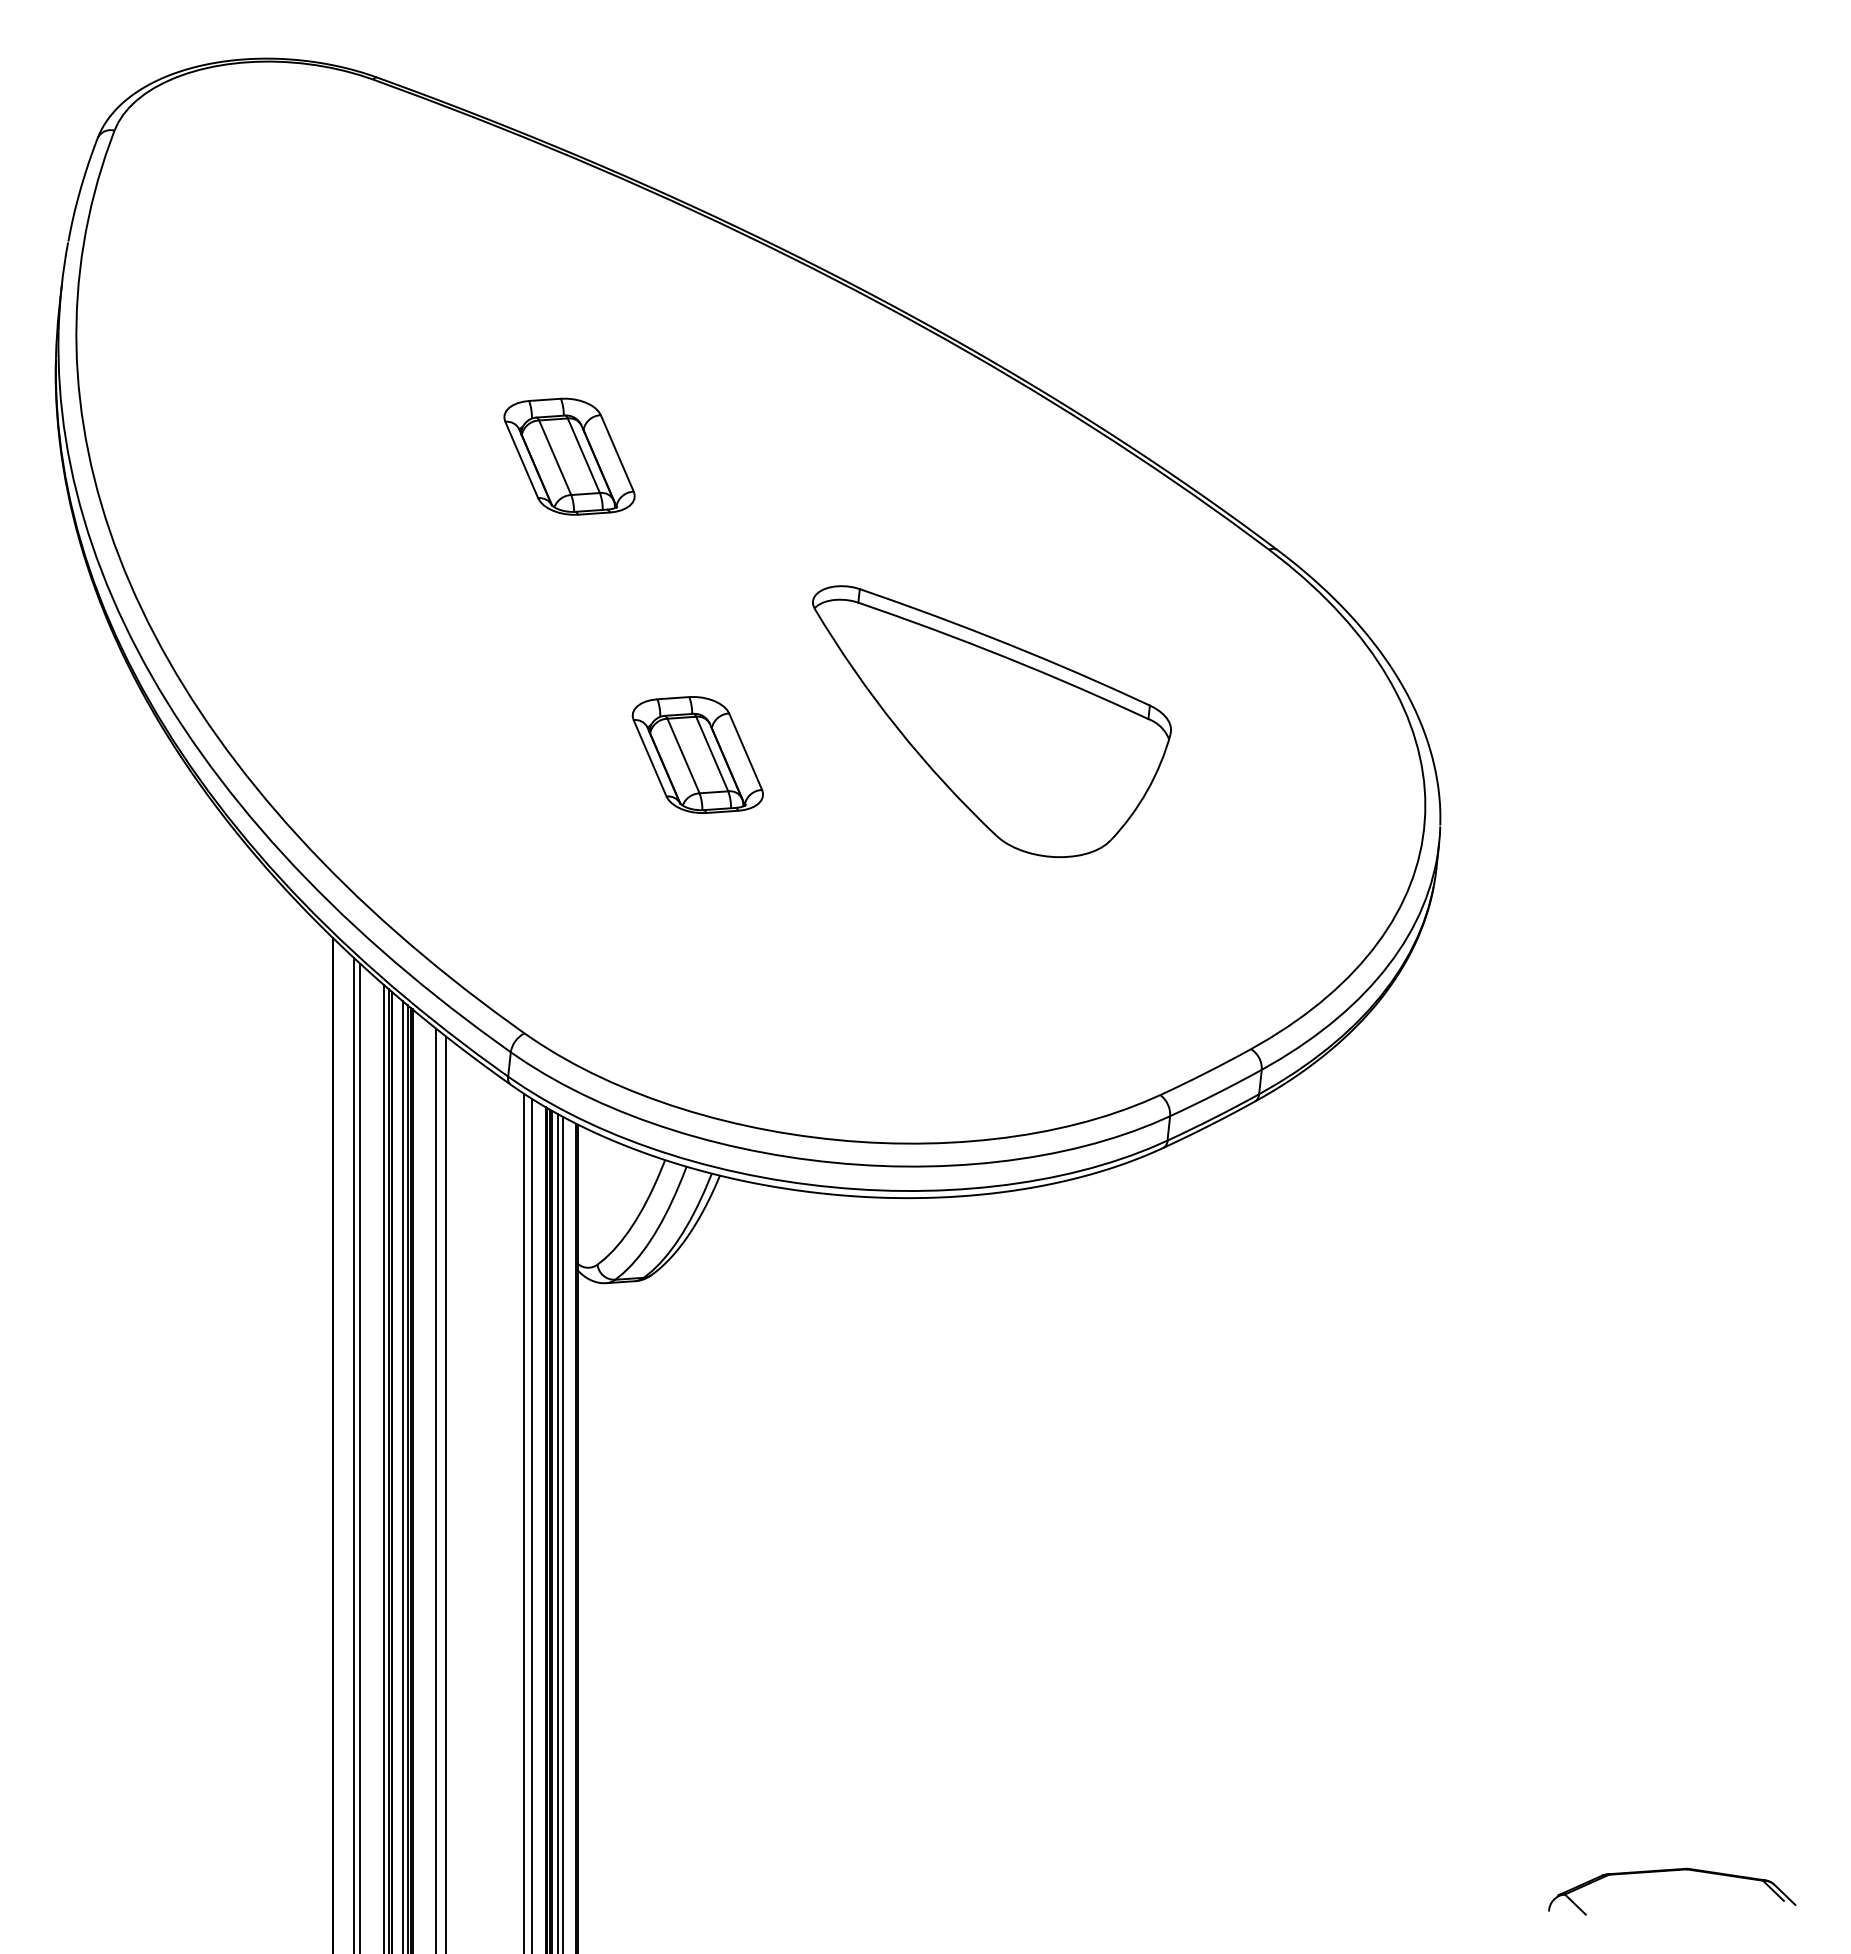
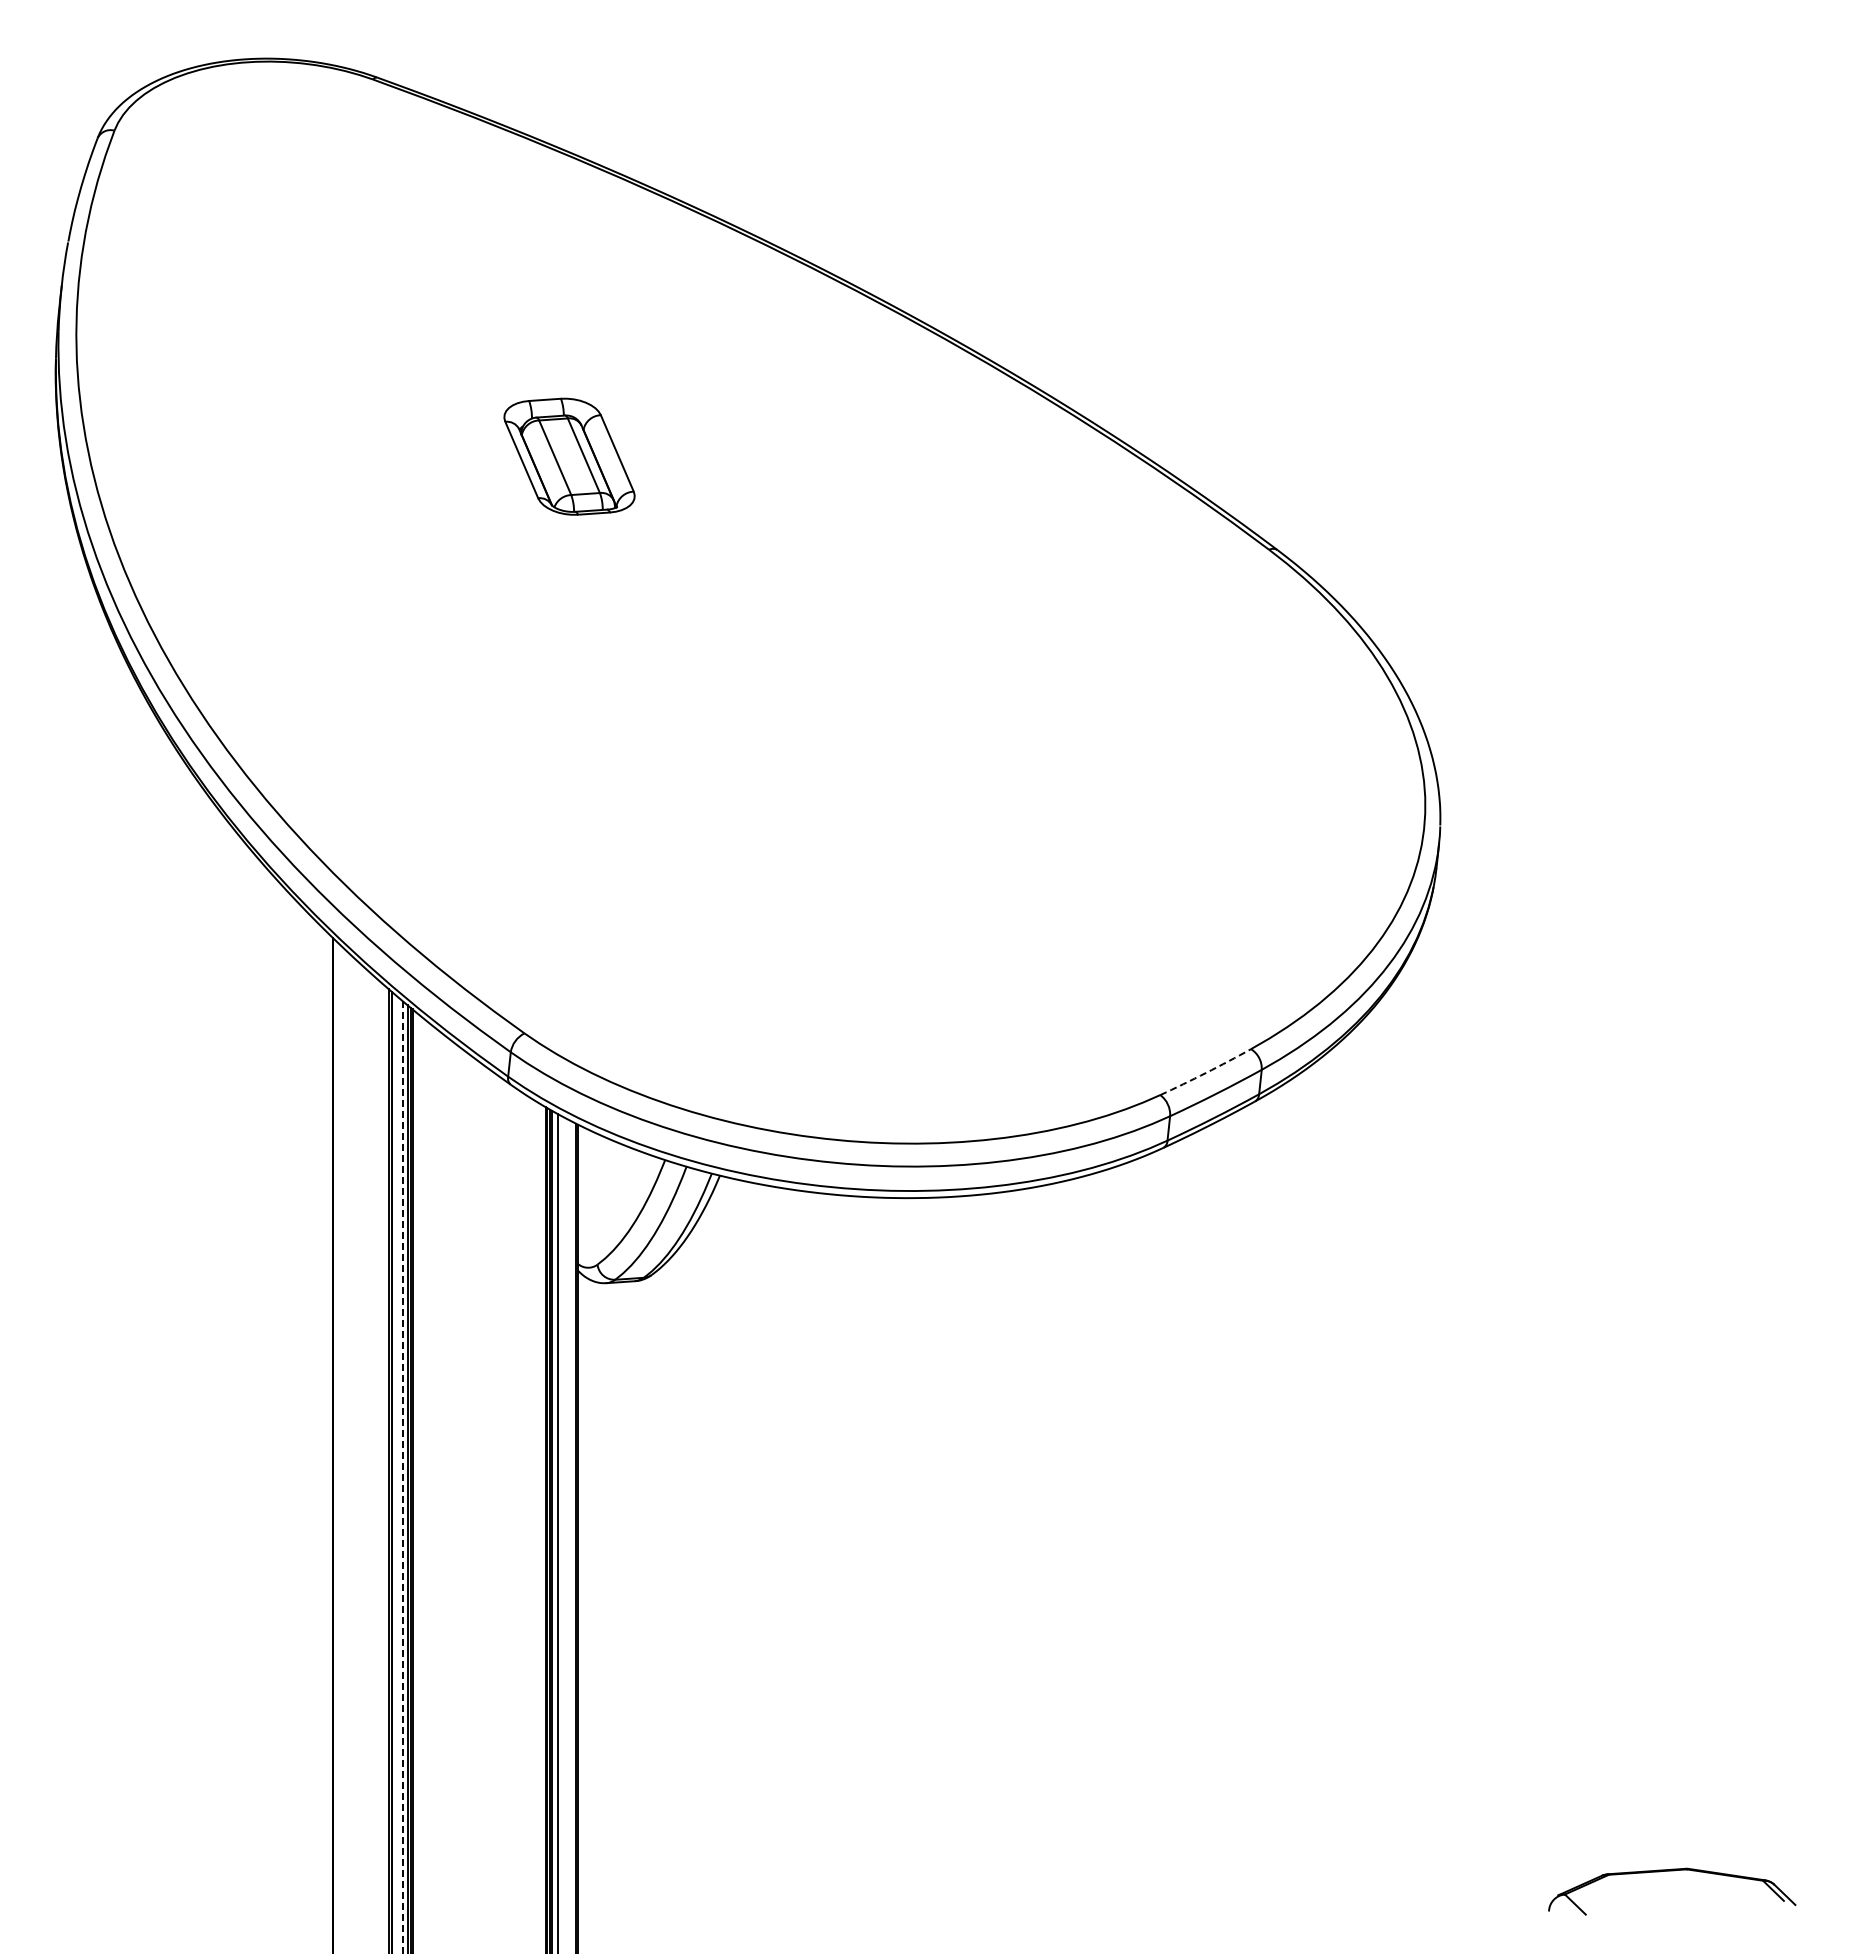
part at (991, 721): present -> none
part at (697, 754): present -> none
arc at (1206, 1072): solid -> dashed
line at (354, 1453): present -> none
line at (360, 1456): present -> none
line at (384, 1467): present -> none
line at (402, 1477): solid -> dashed
line at (436, 1489): present -> none
line at (446, 1493): present -> none
line at (524, 1521): present -> none
line at (532, 1524): present -> none
line at (562, 1533): present -> none
